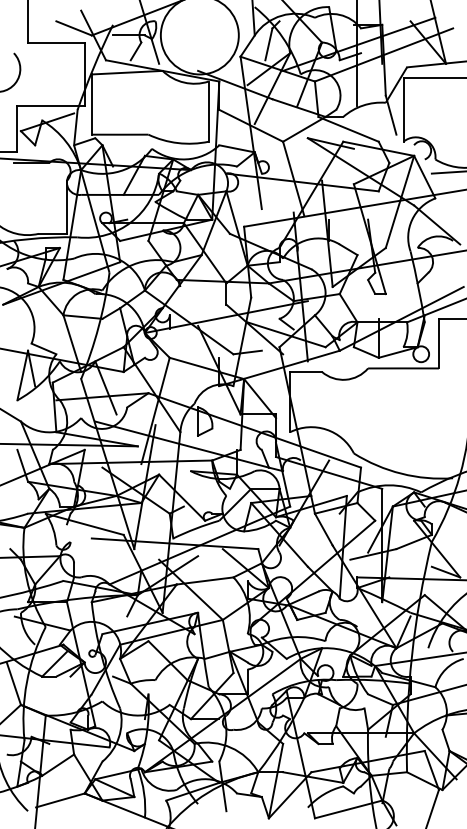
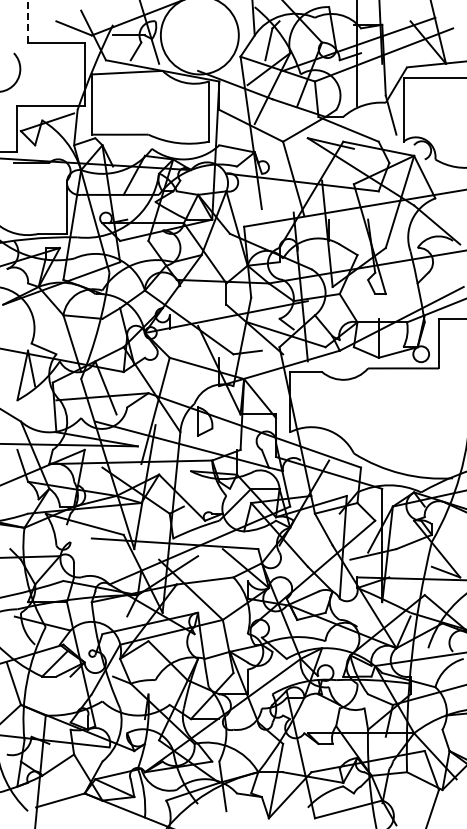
line at (28, 21): solid -> dashed
line at (447, 172): present -> none
